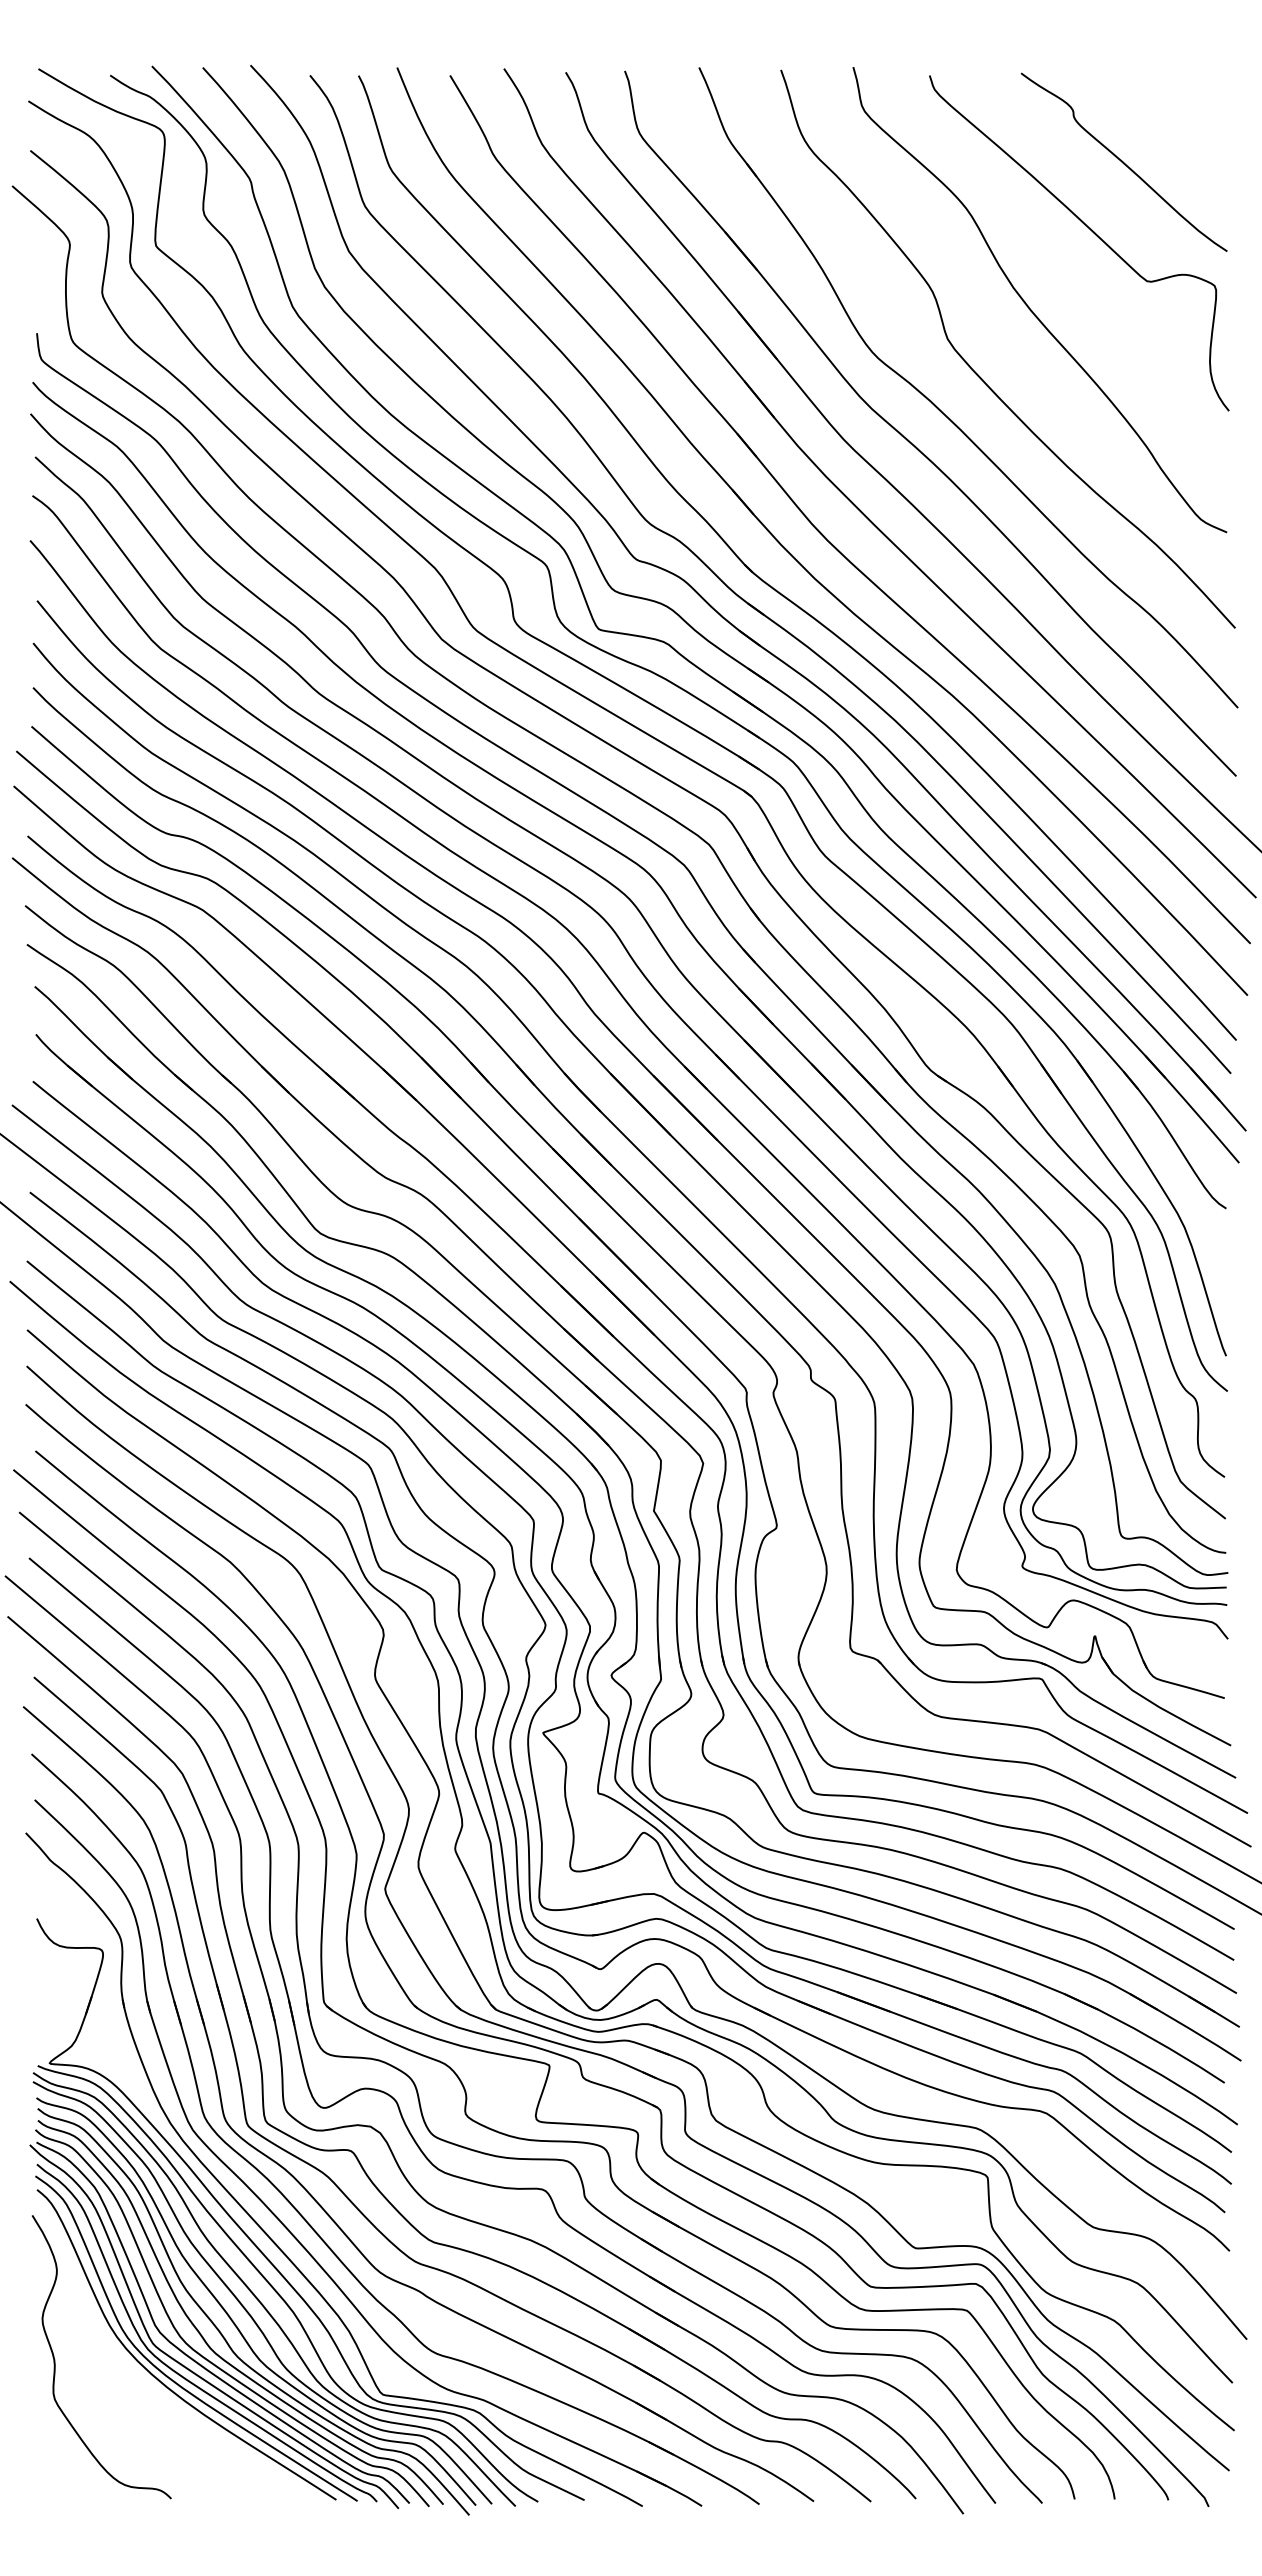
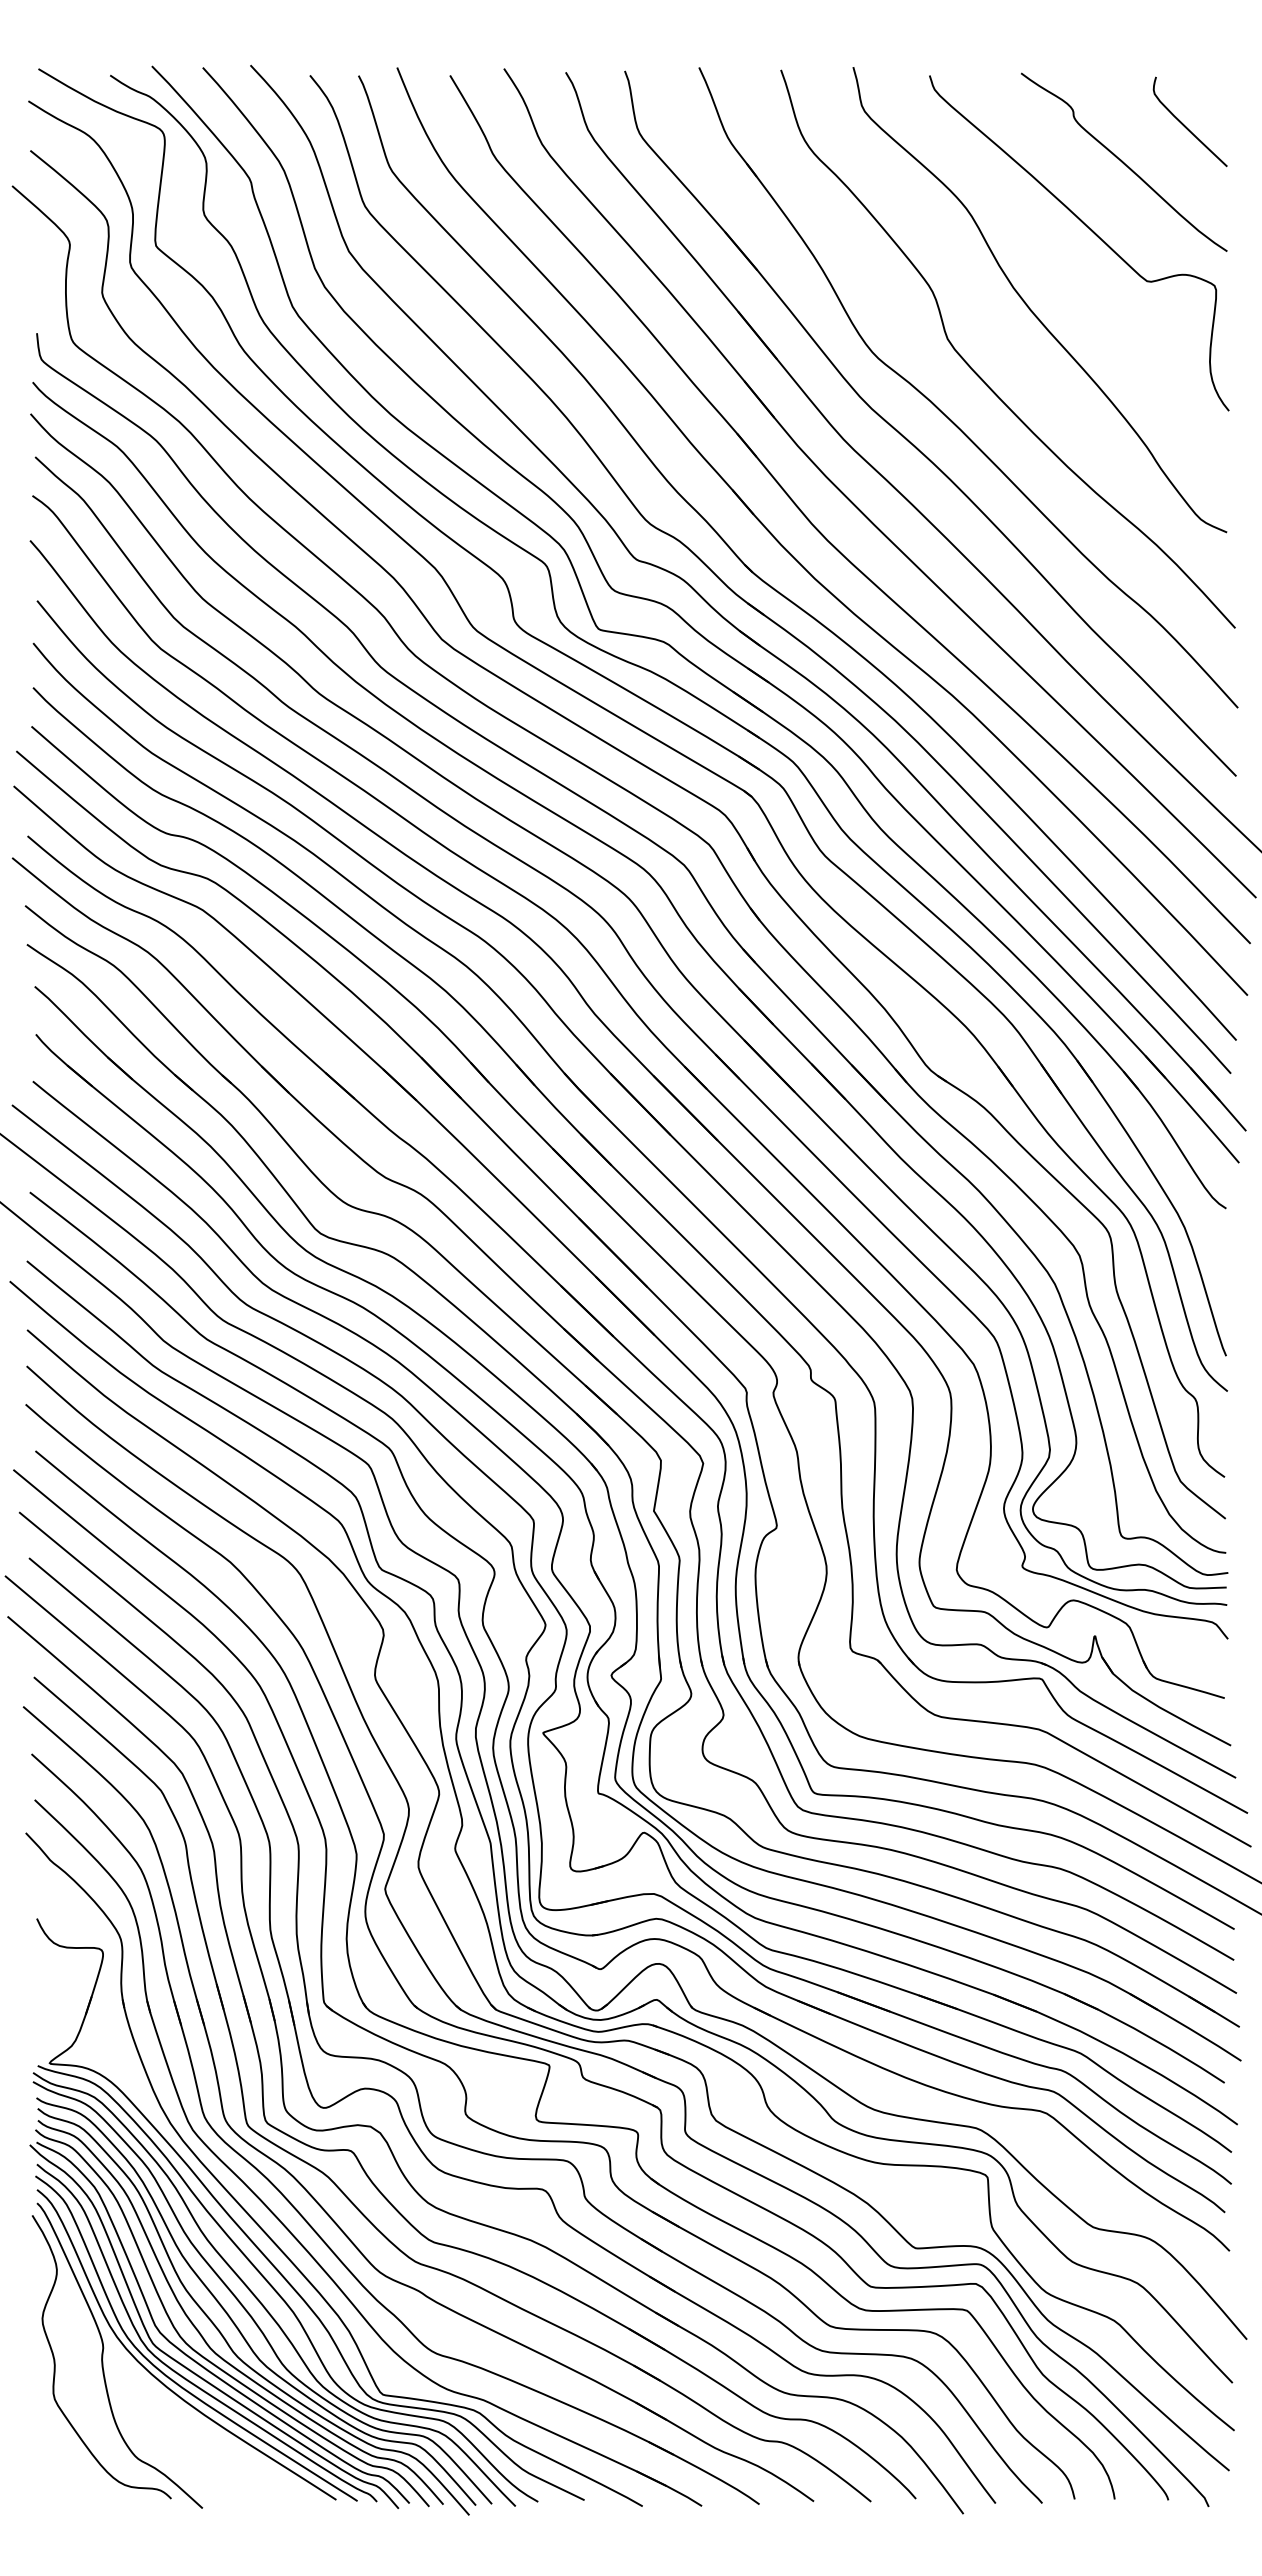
curve at (1185, 125): none -> present
curve at (103, 2355): none -> present
